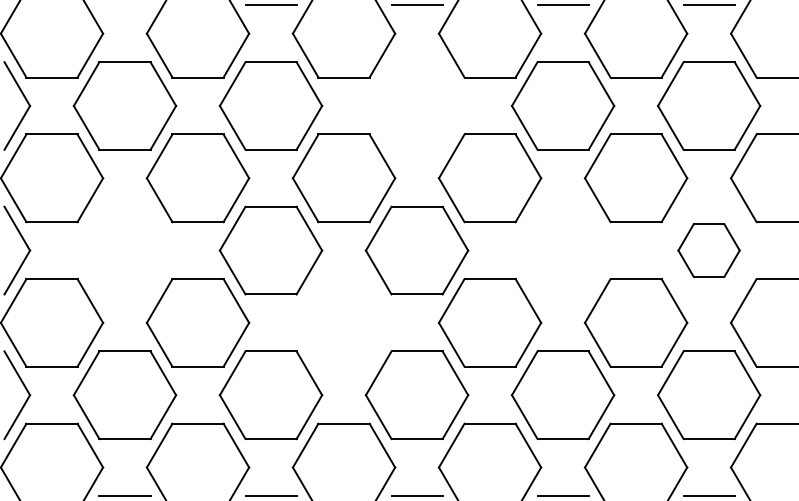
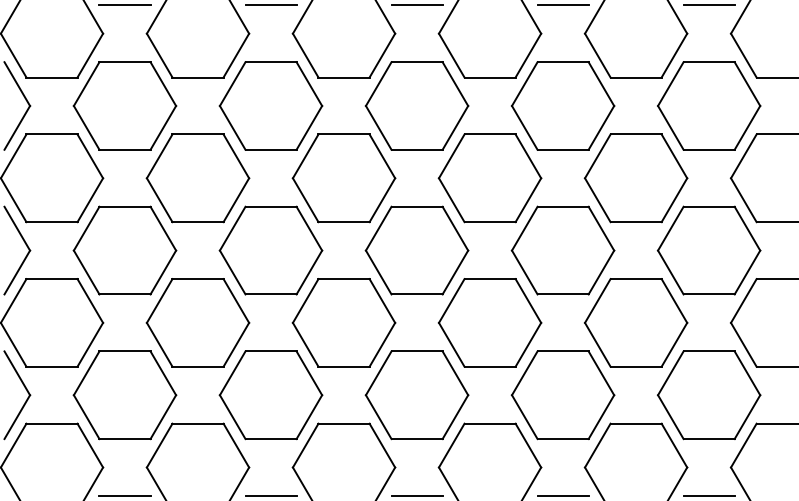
line at (124, 4): none -> present
part at (416, 105): none -> present
part at (124, 250): none -> present
part at (562, 250): none -> present
part at (708, 250) size: 64x55 px -> 106x91 px
part at (343, 322): none -> present
